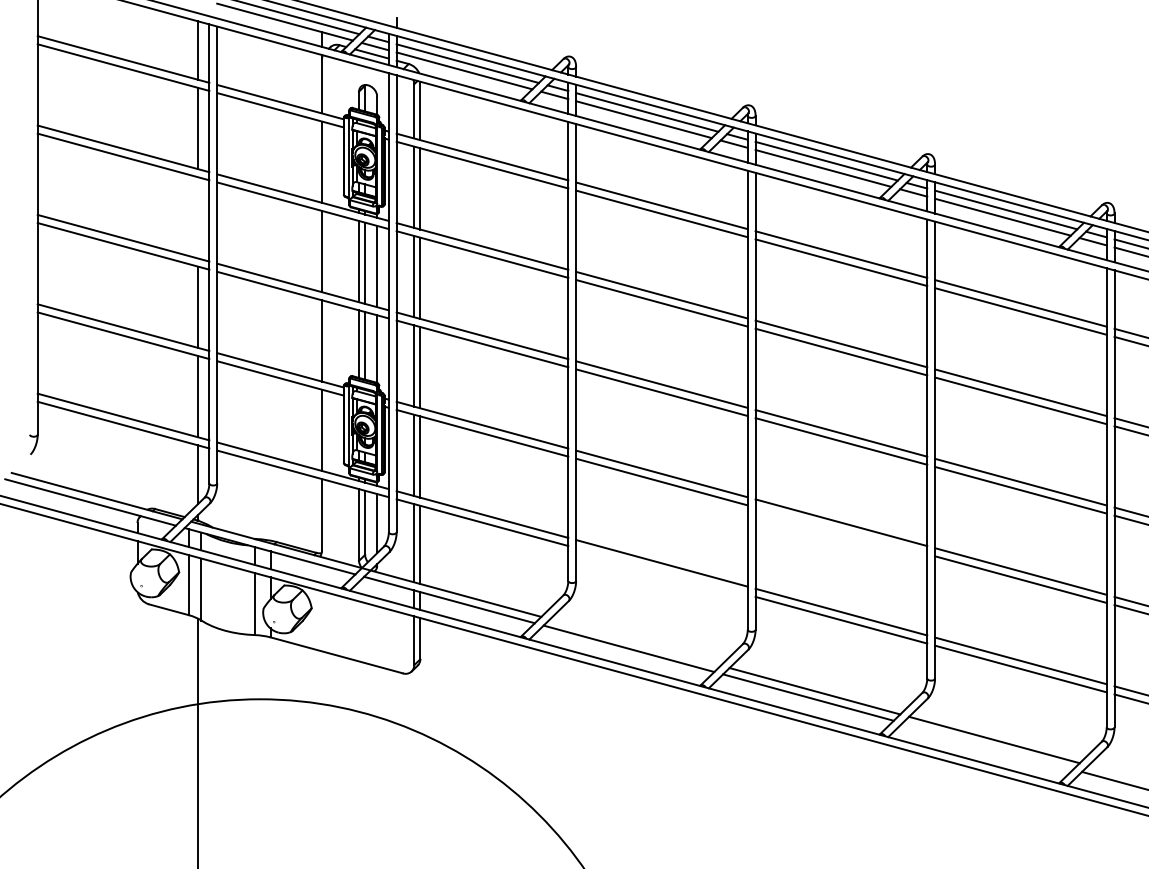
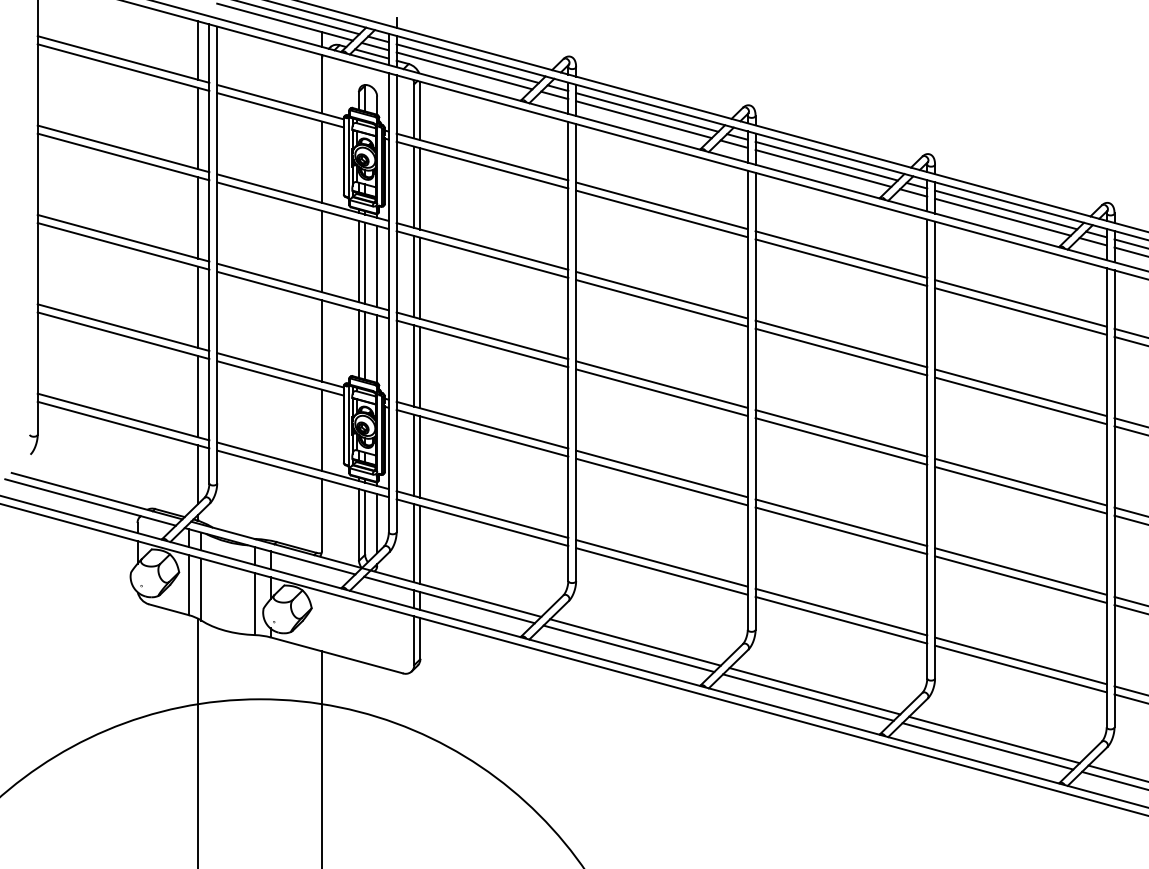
line at (198, 217): none -> present
line at (841, 530): none -> present
line at (661, 571): none -> present
line at (635, 642): none -> present
line at (987, 746): none -> present
line at (322, 758): none -> present
line at (1116, 773): none -> present
